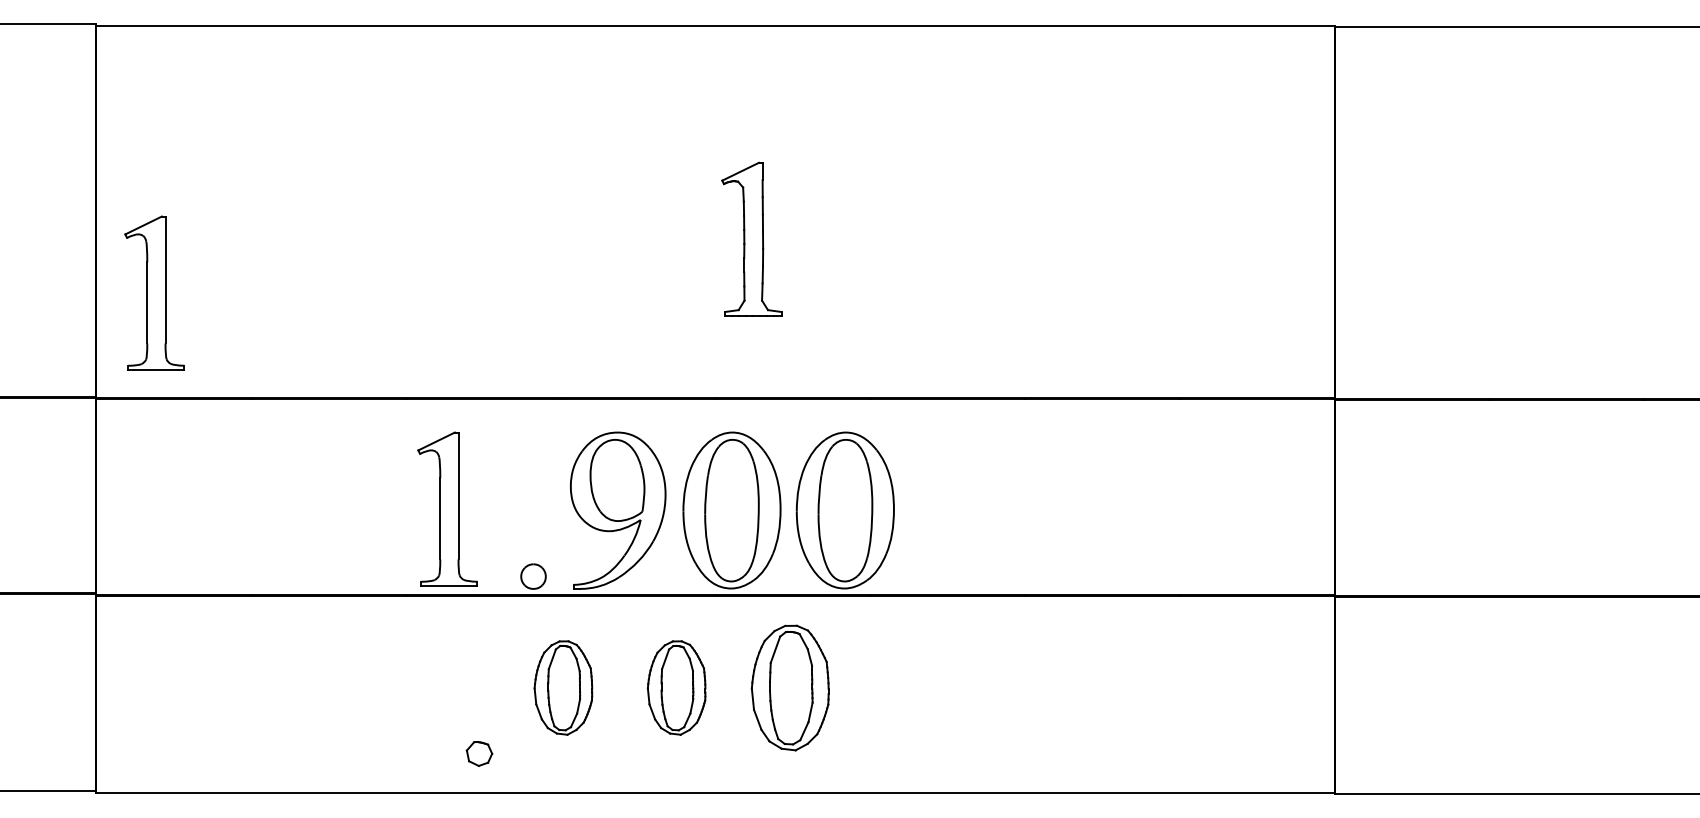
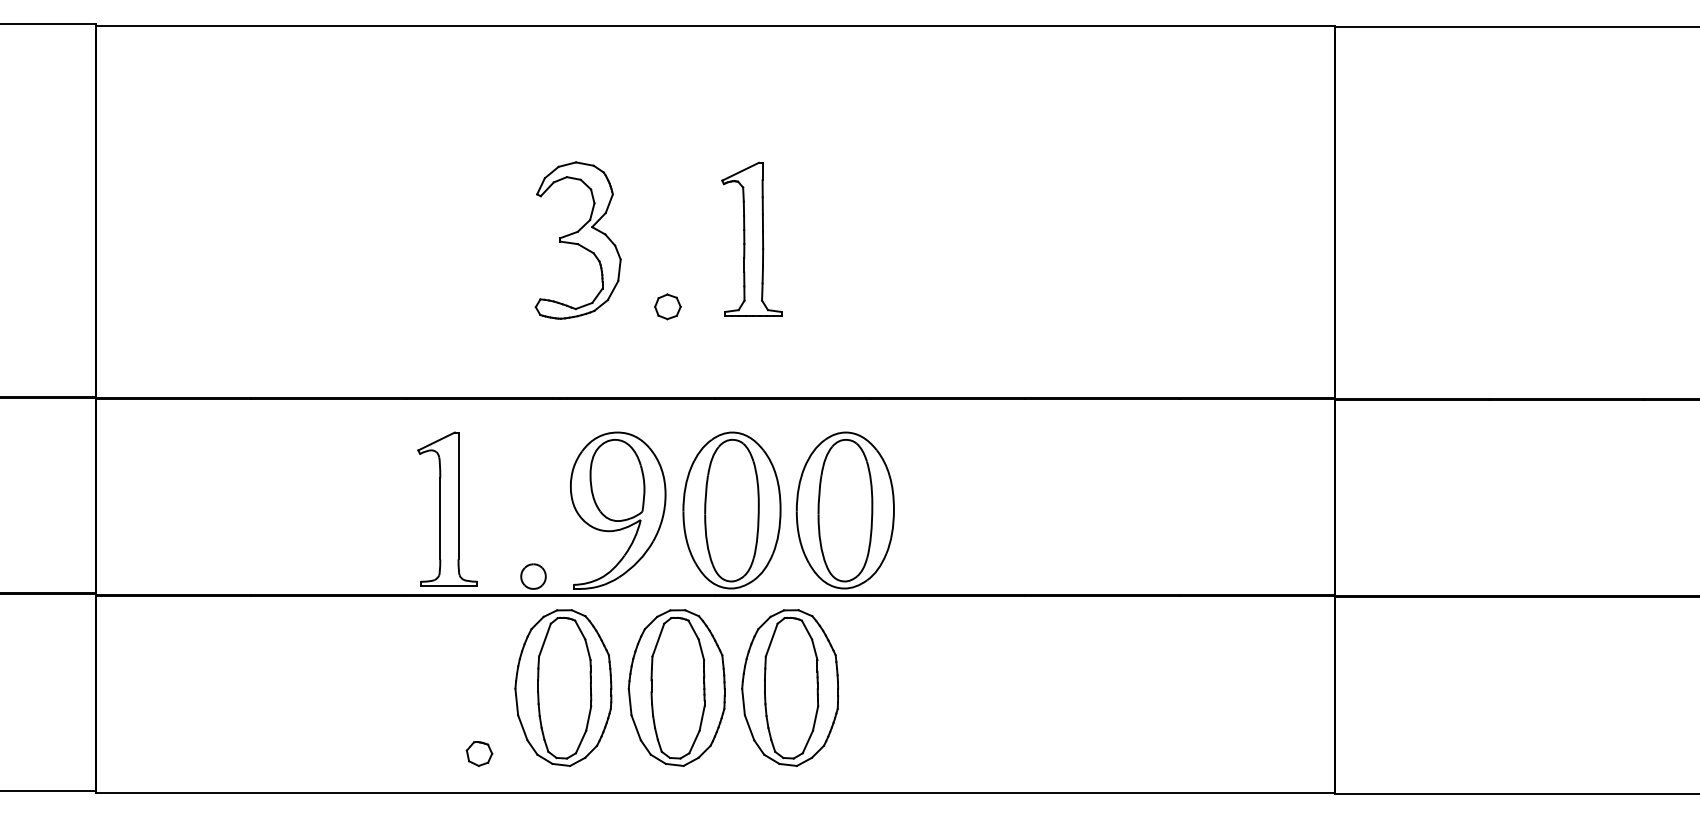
part at (577, 240): none -> present
part at (154, 292): present -> none
part at (667, 306): none -> present
part at (563, 687) size: 61x96 px -> 99x158 px
part at (676, 687) size: 61x96 px -> 99x158 px
part at (789, 687) size: 80x128 px -> 99x158 px
